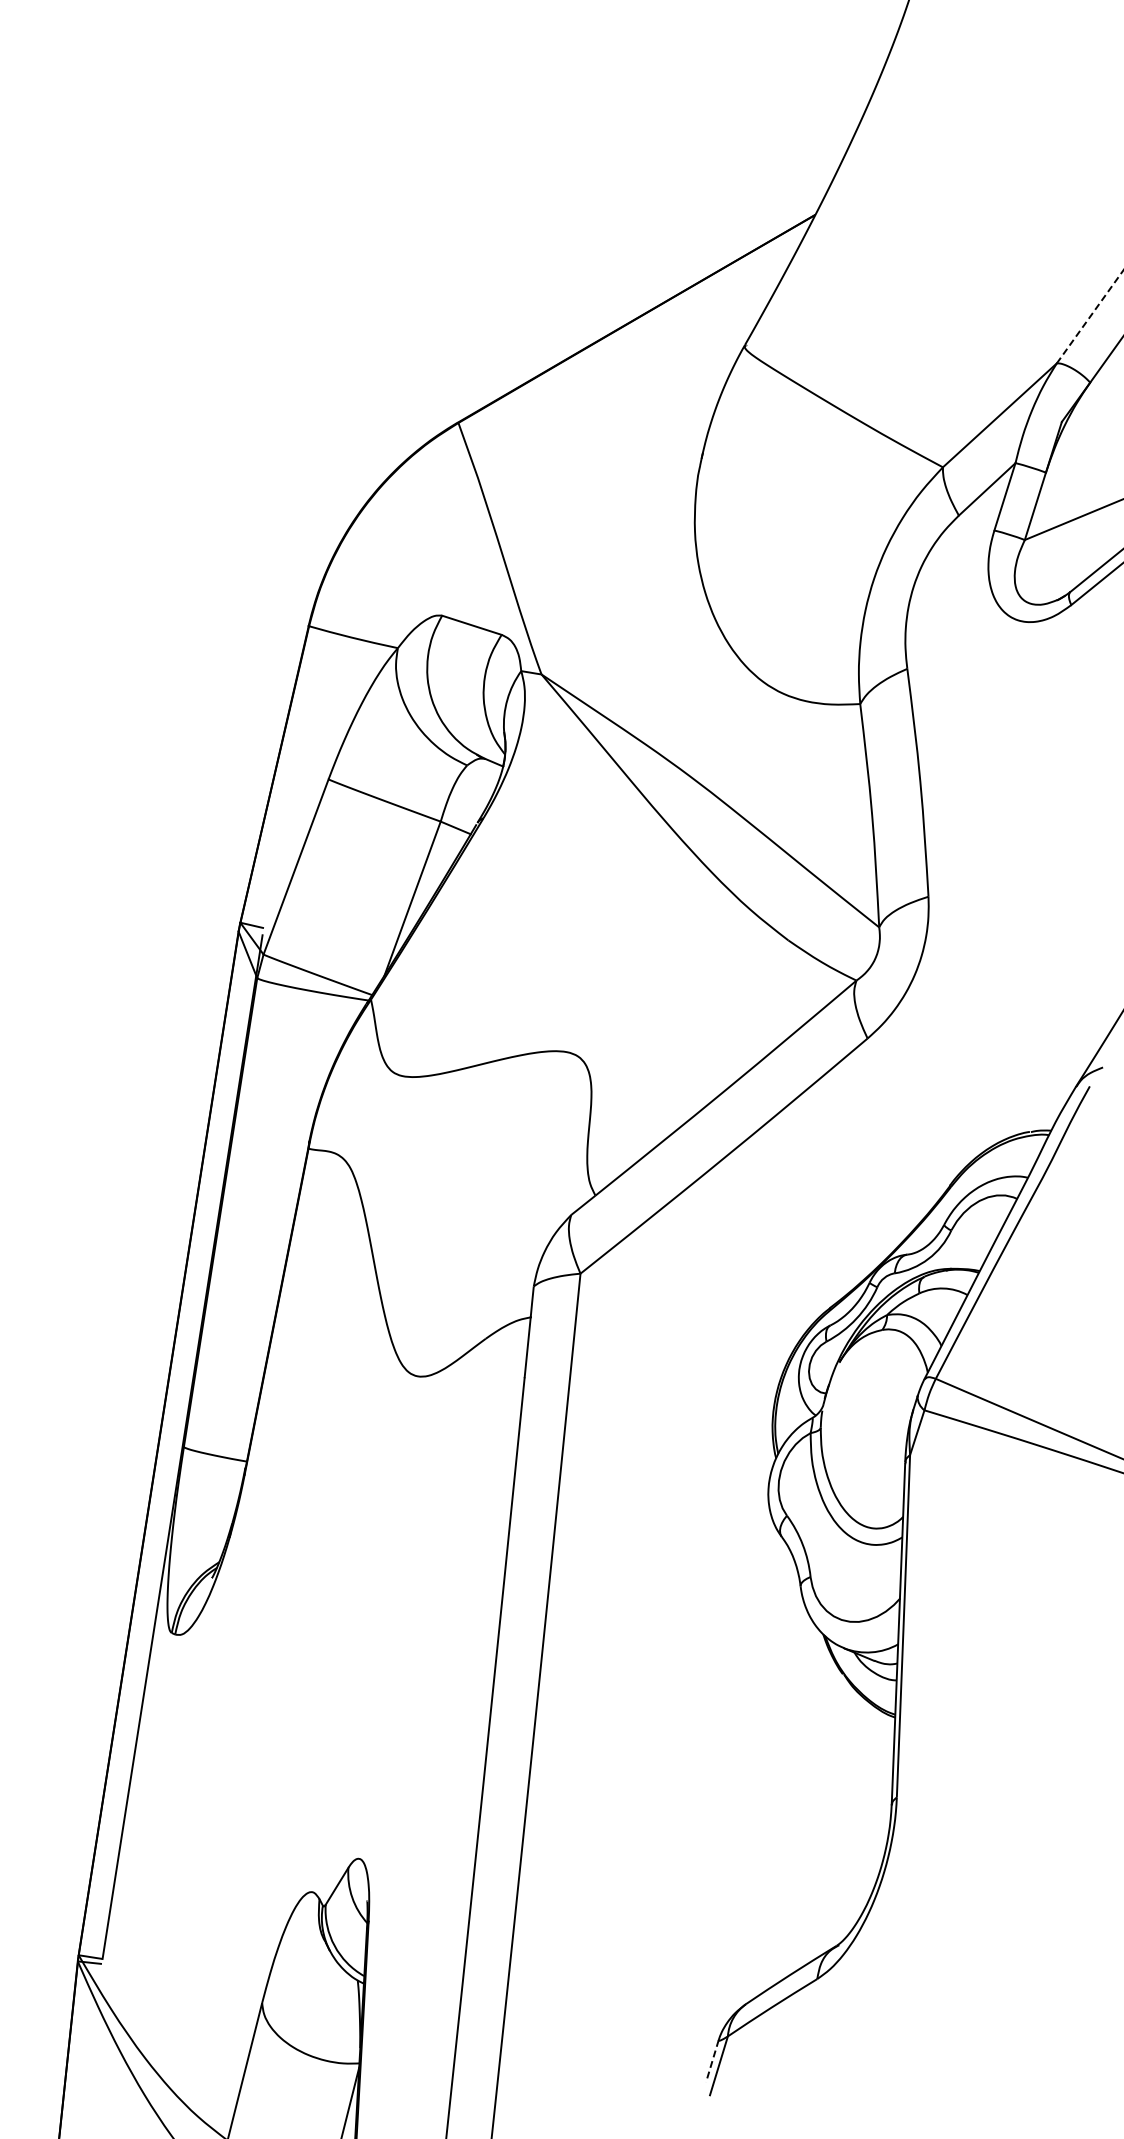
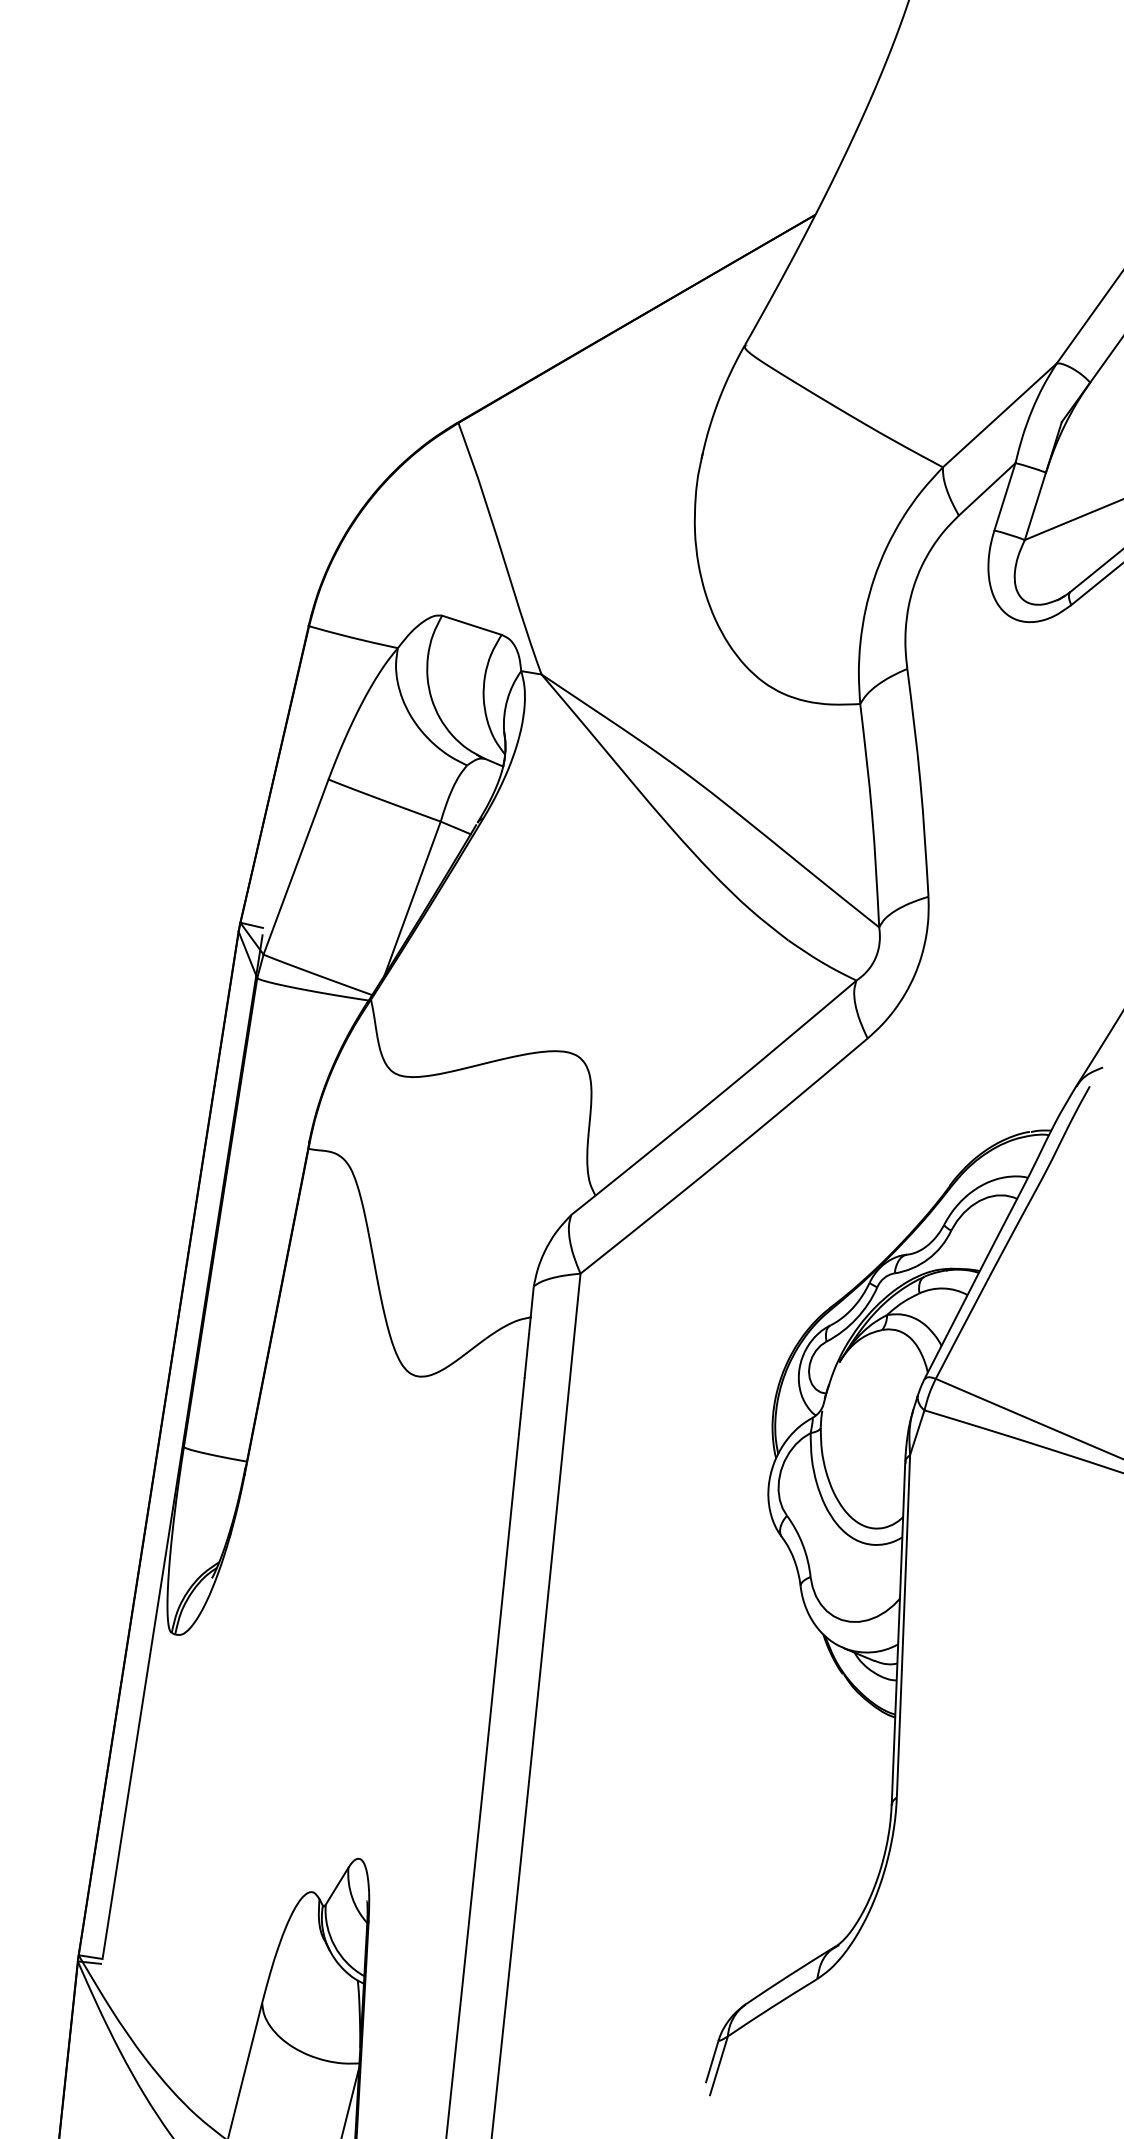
line at (1090, 316): dashed -> solid
line at (712, 2061): dashed -> solid
